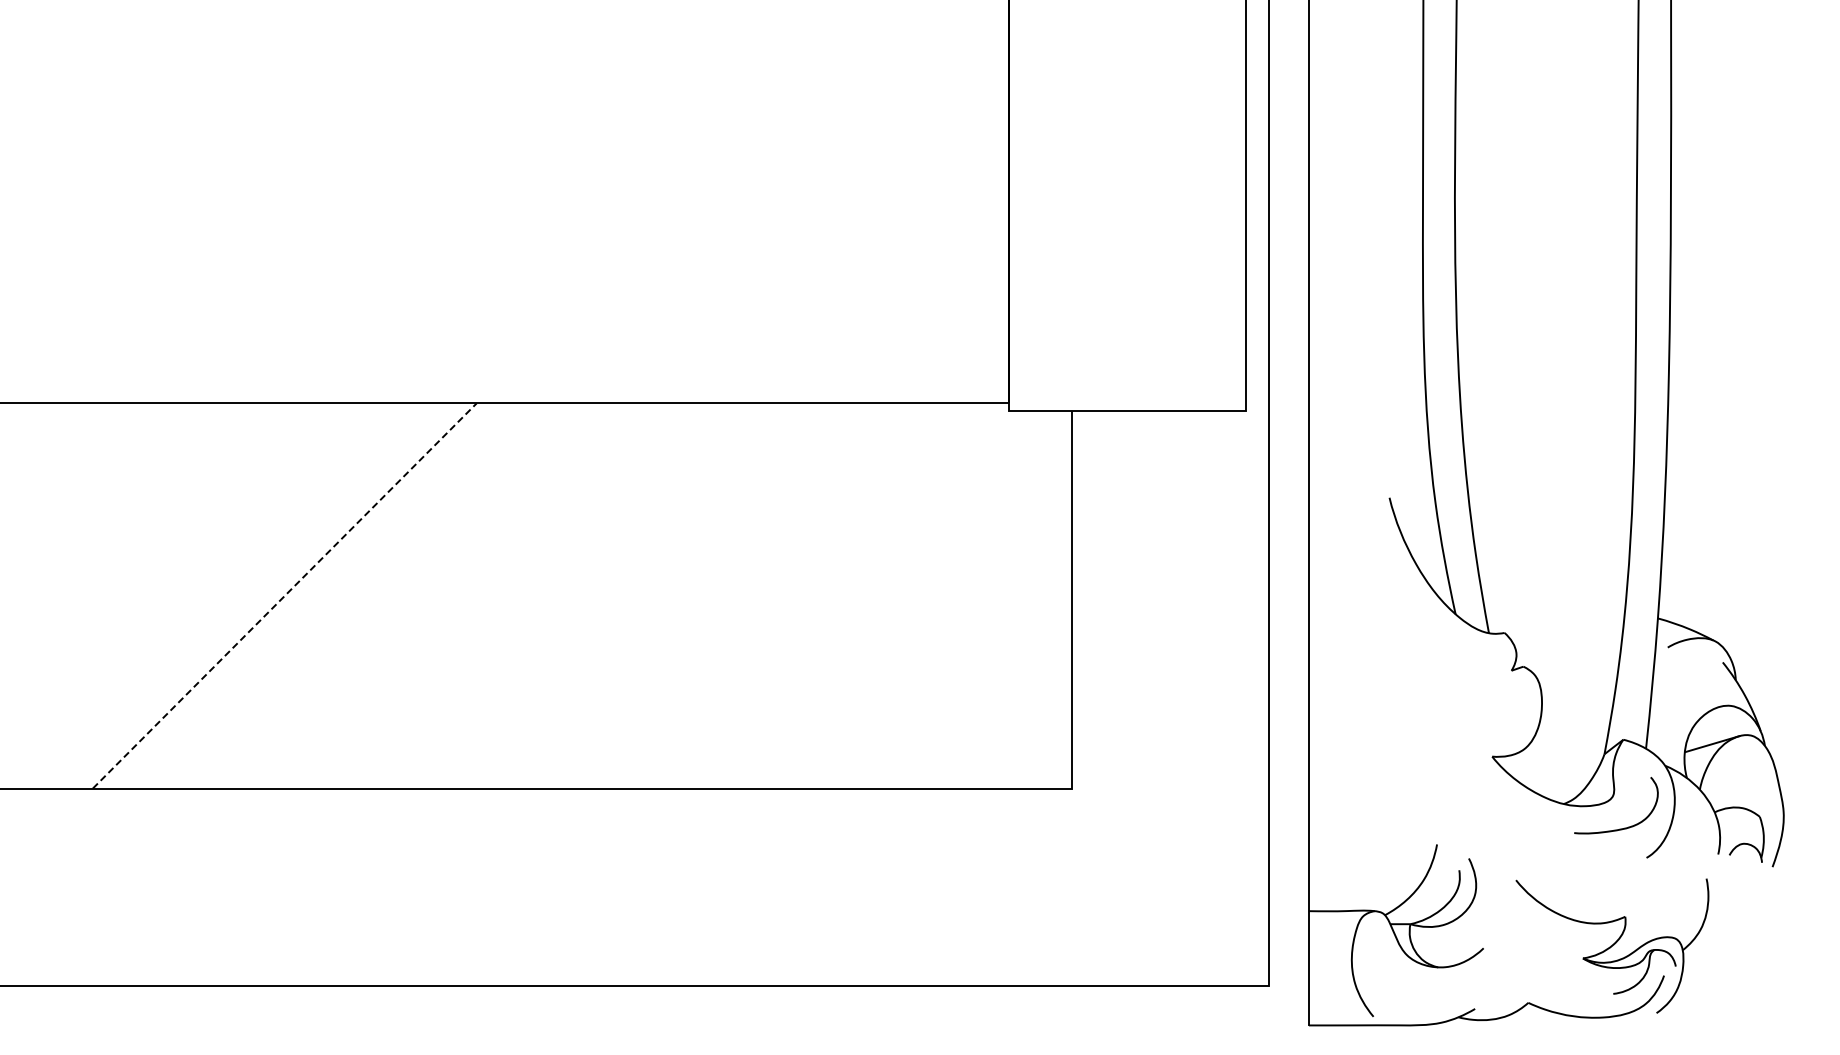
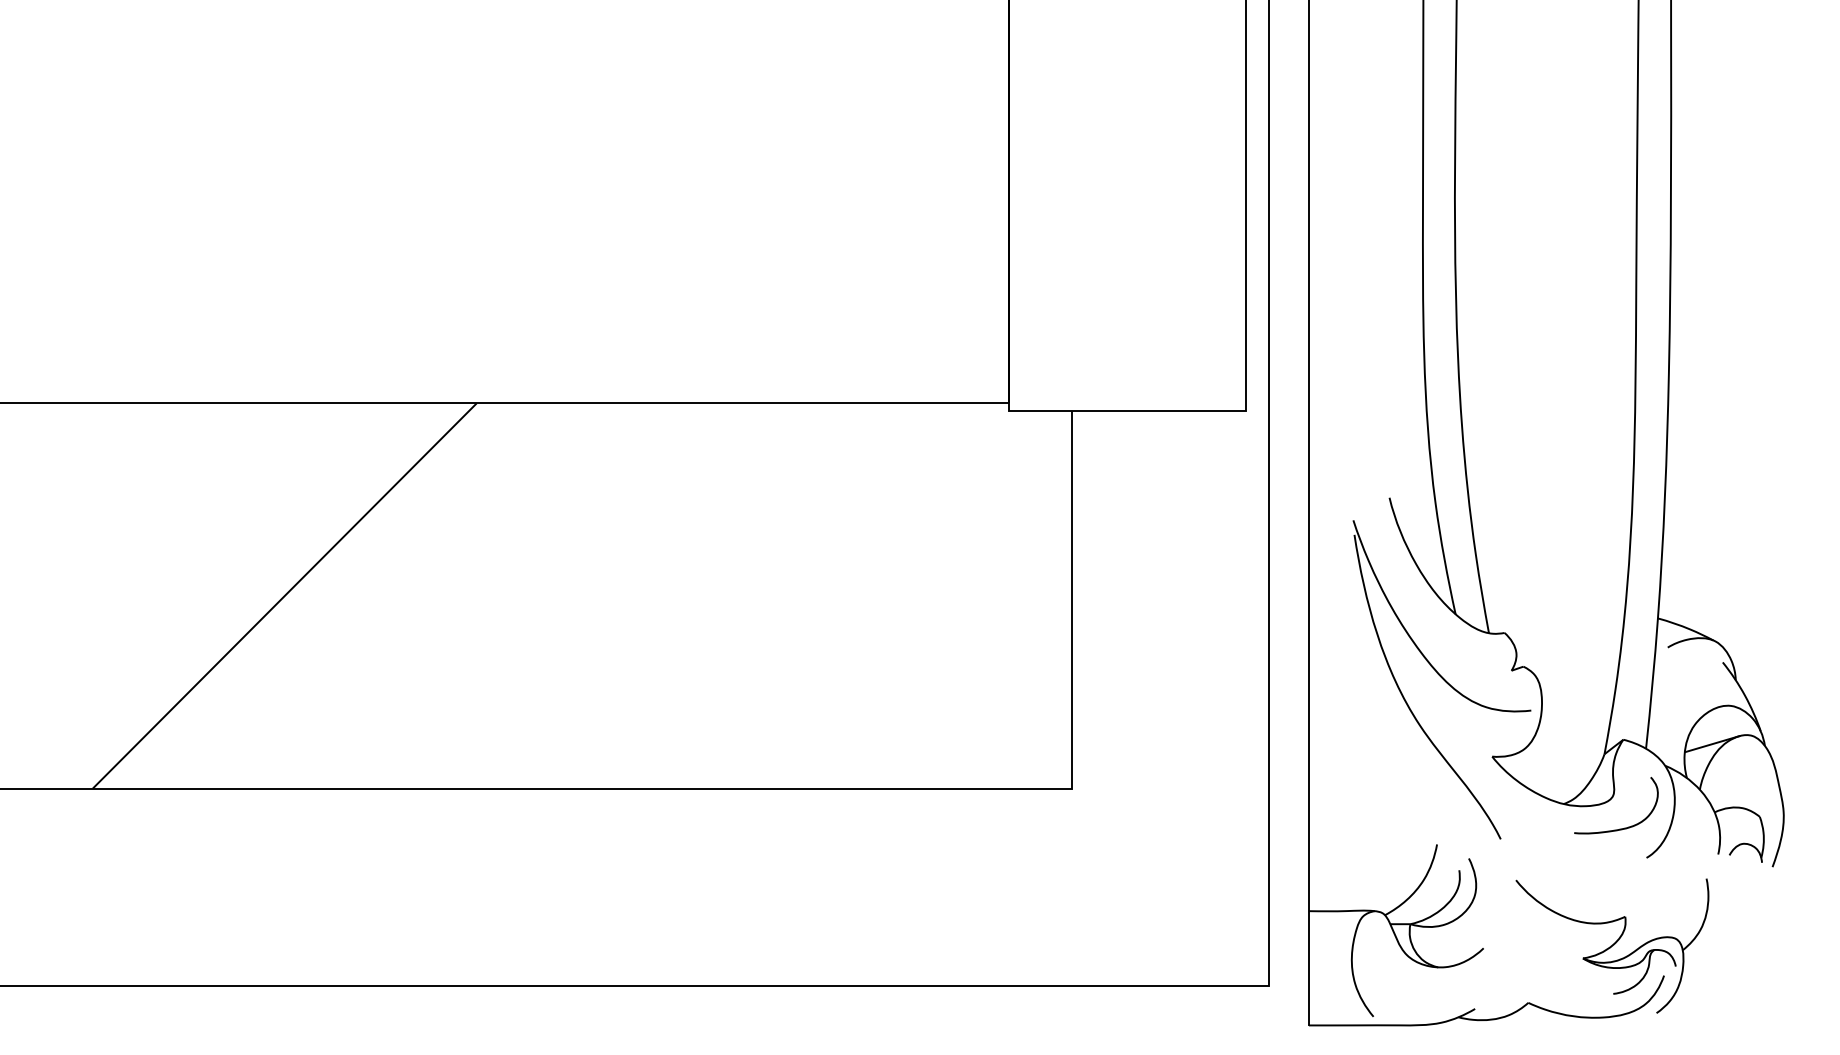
line at (284, 595): dashed -> solid
part at (1441, 679): none -> present
